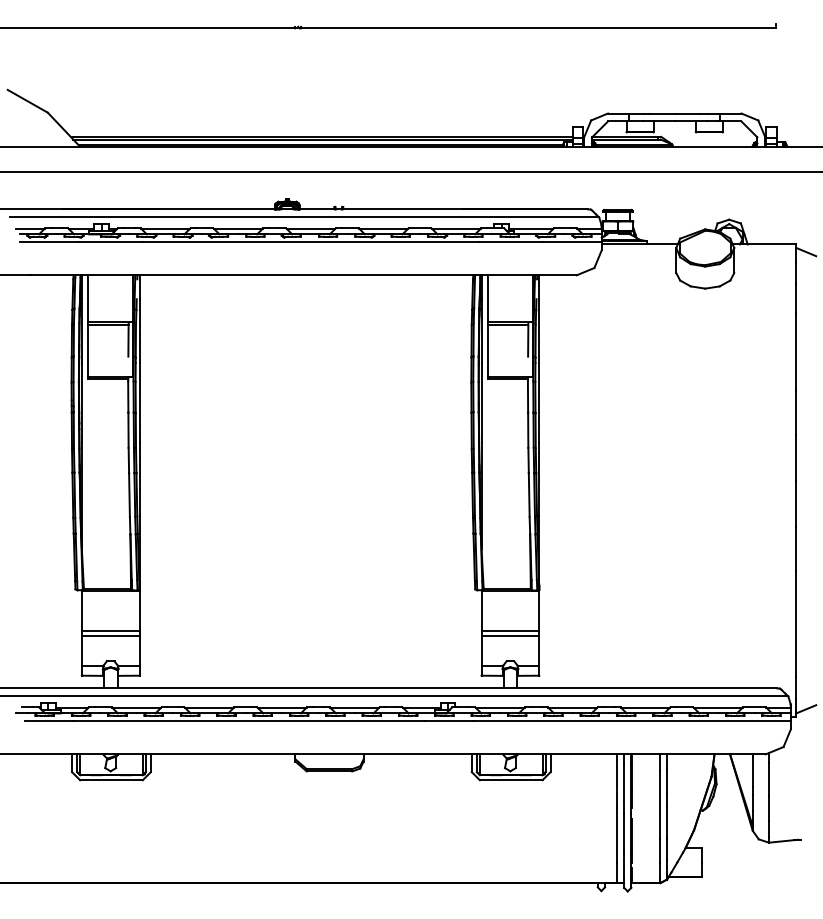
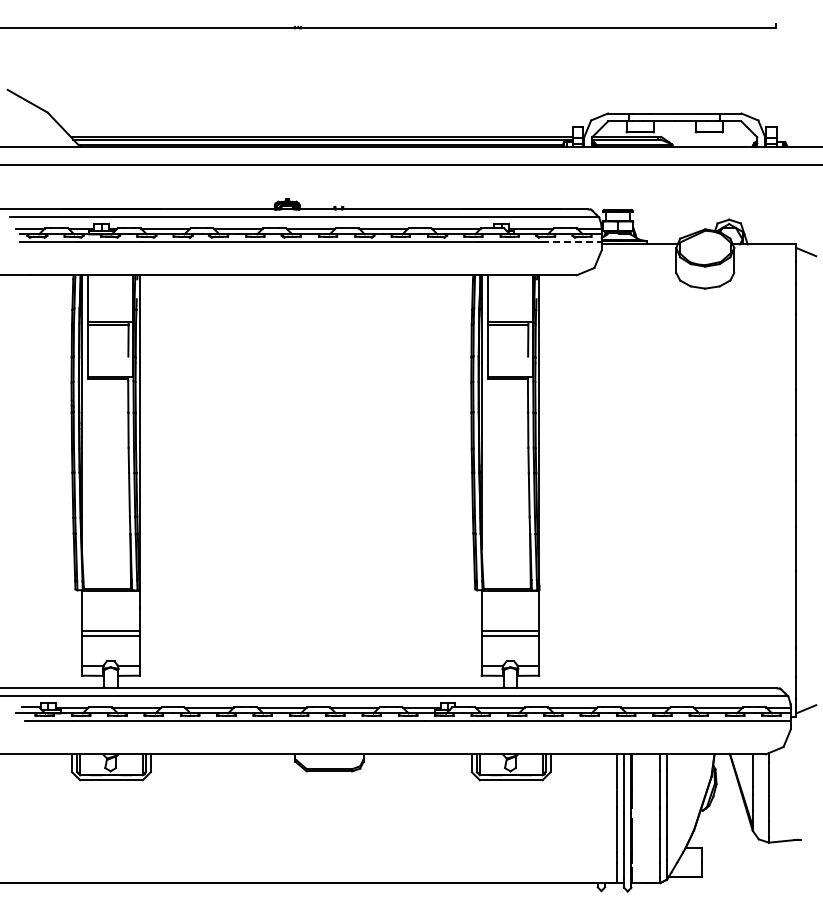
line at (410, 171) position: (410, 171) -> (410, 164)
line at (572, 242): solid -> dashed
